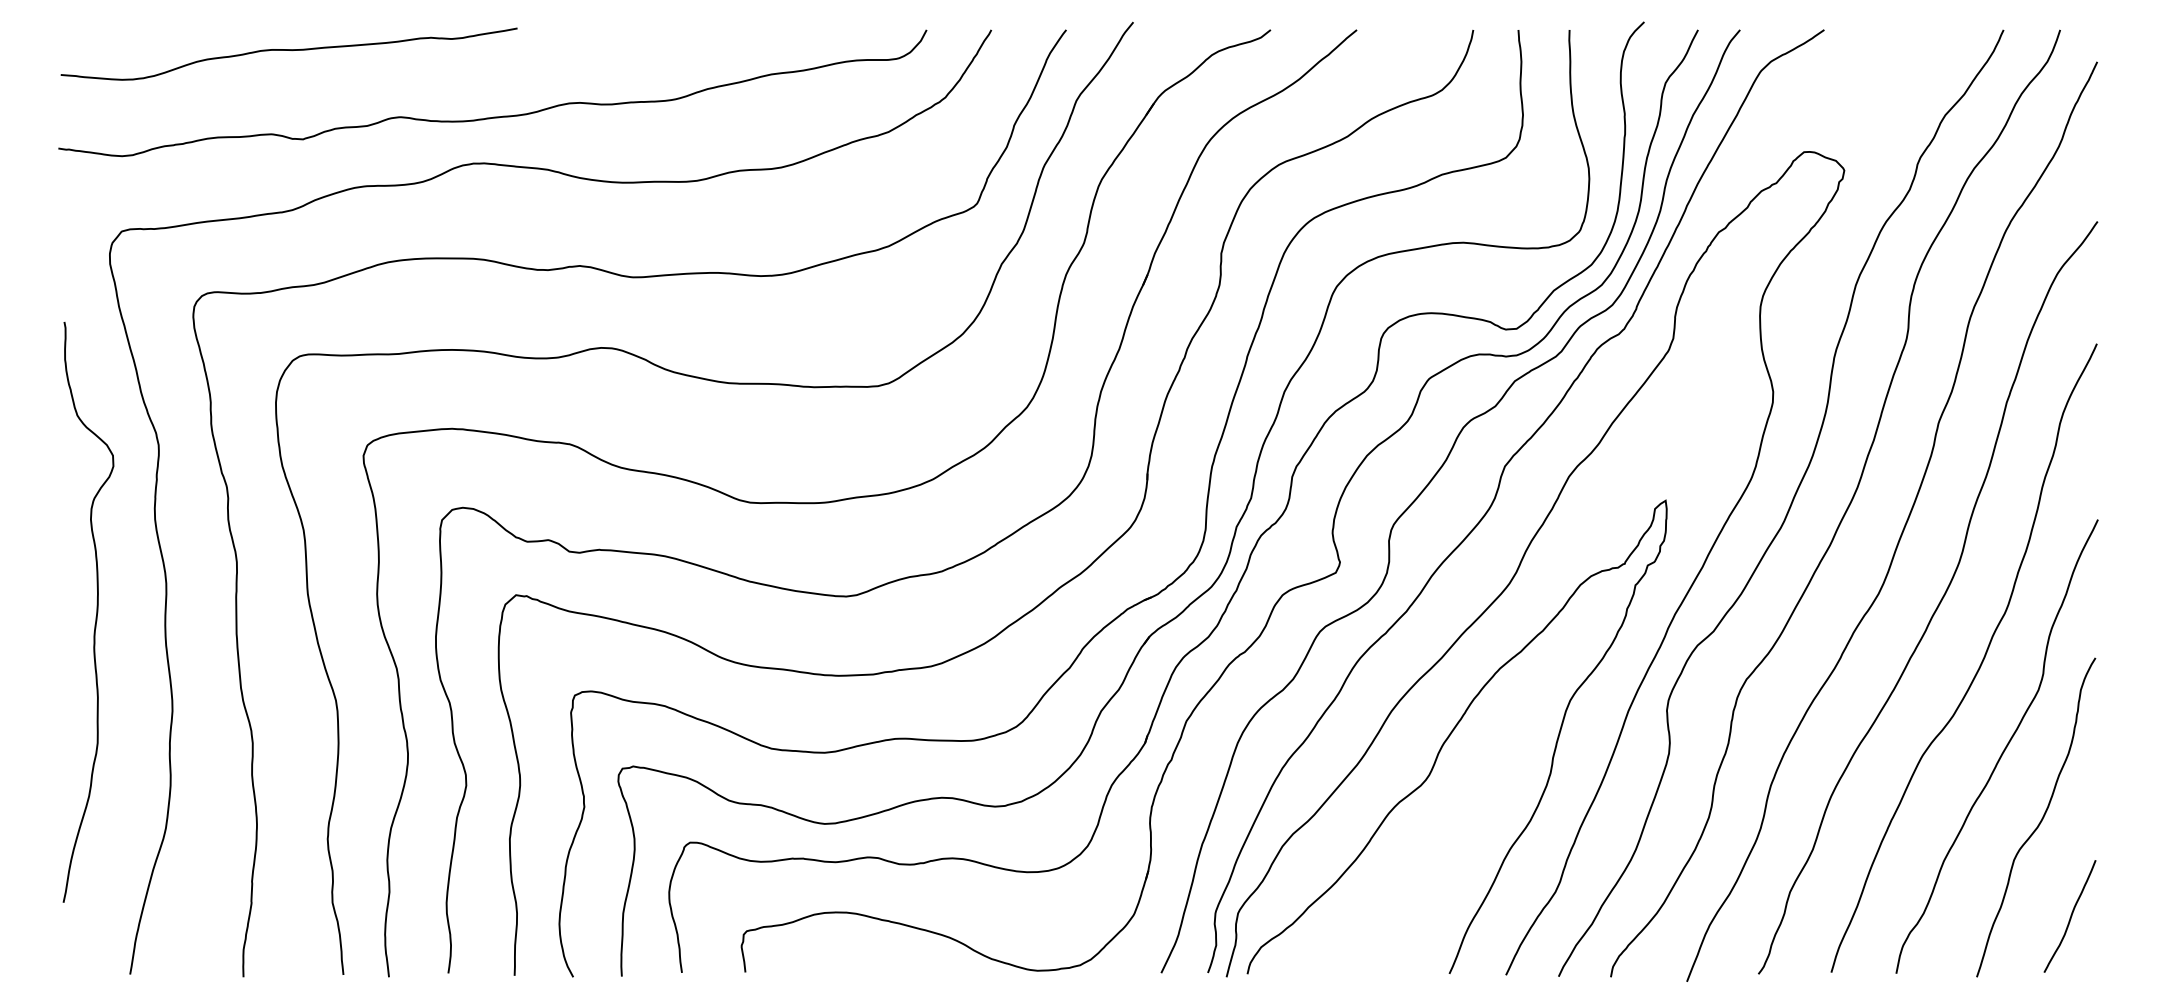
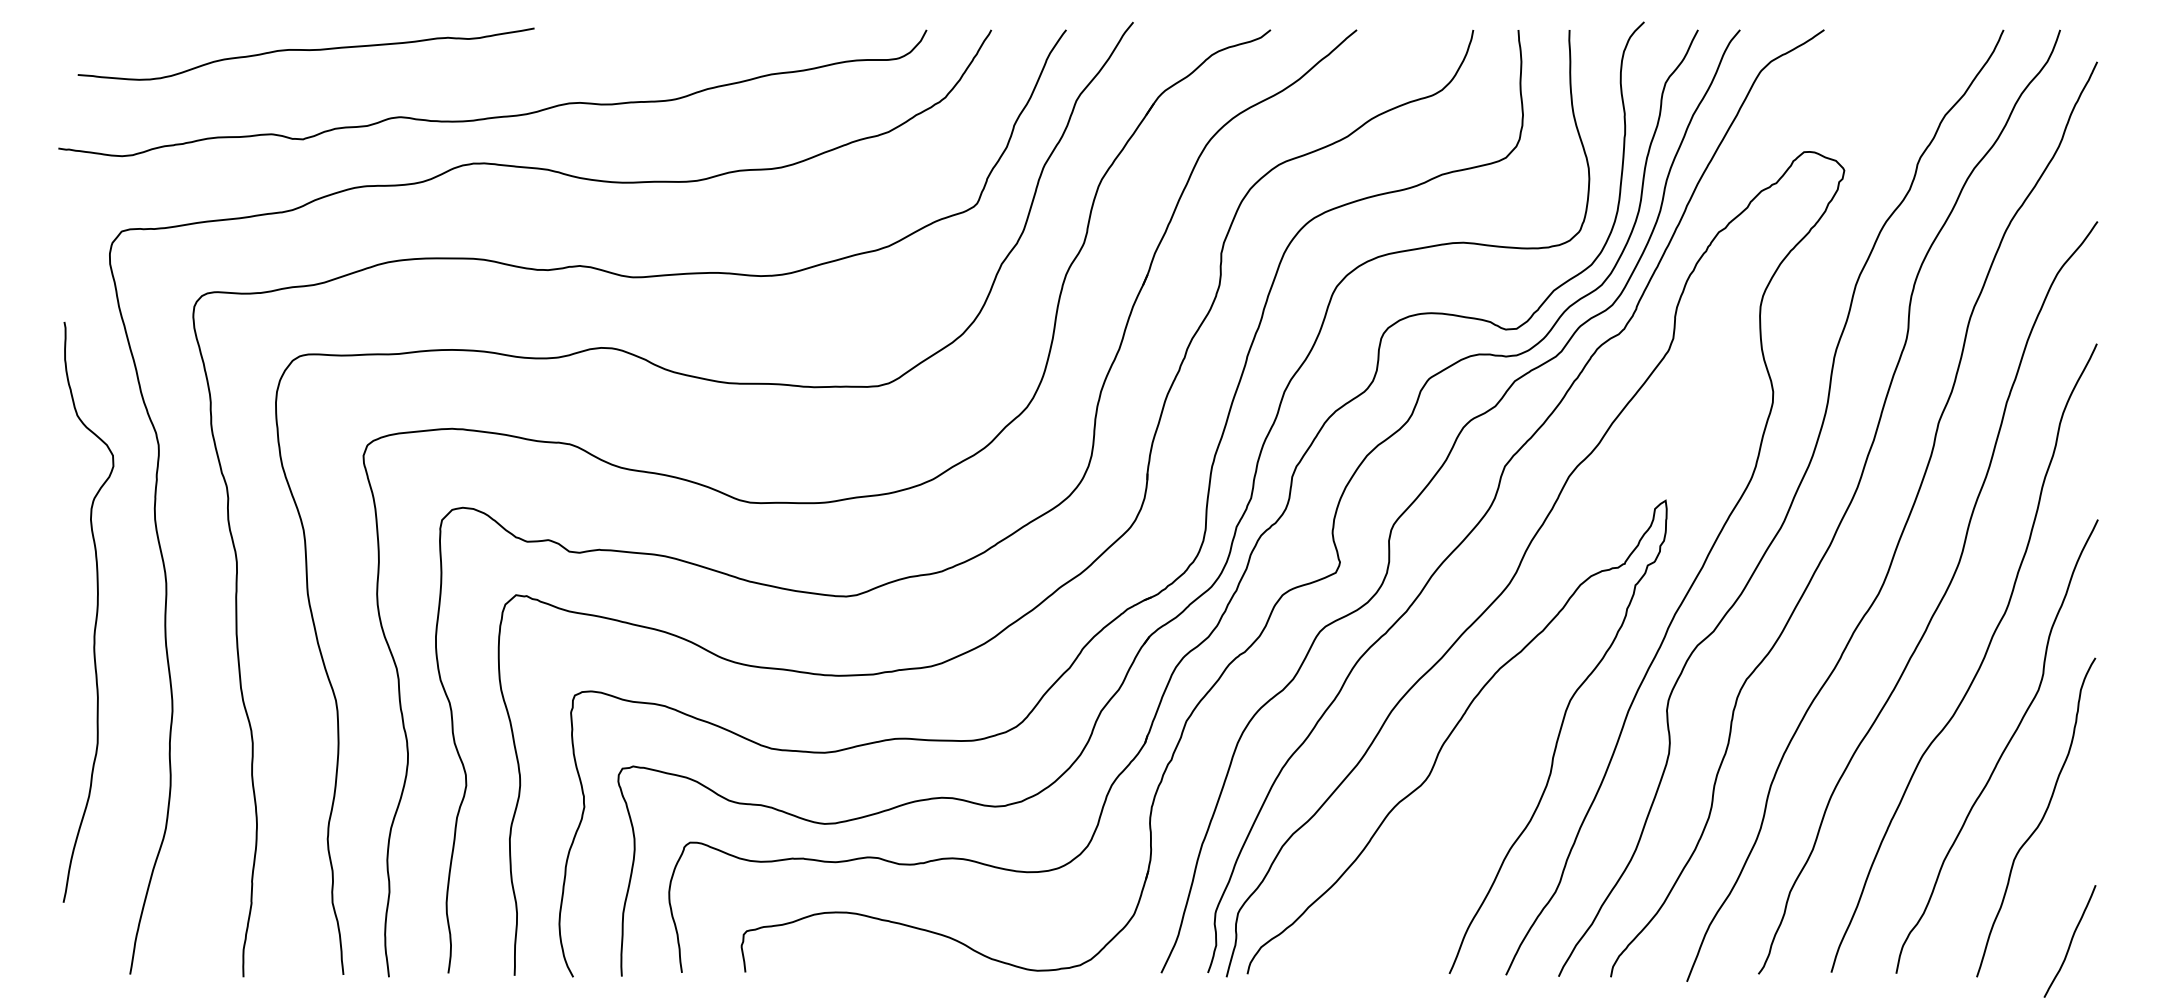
curve at (288, 50) position: (288, 50) -> (305, 50)
curve at (2070, 916) position: (2070, 916) -> (2070, 941)
